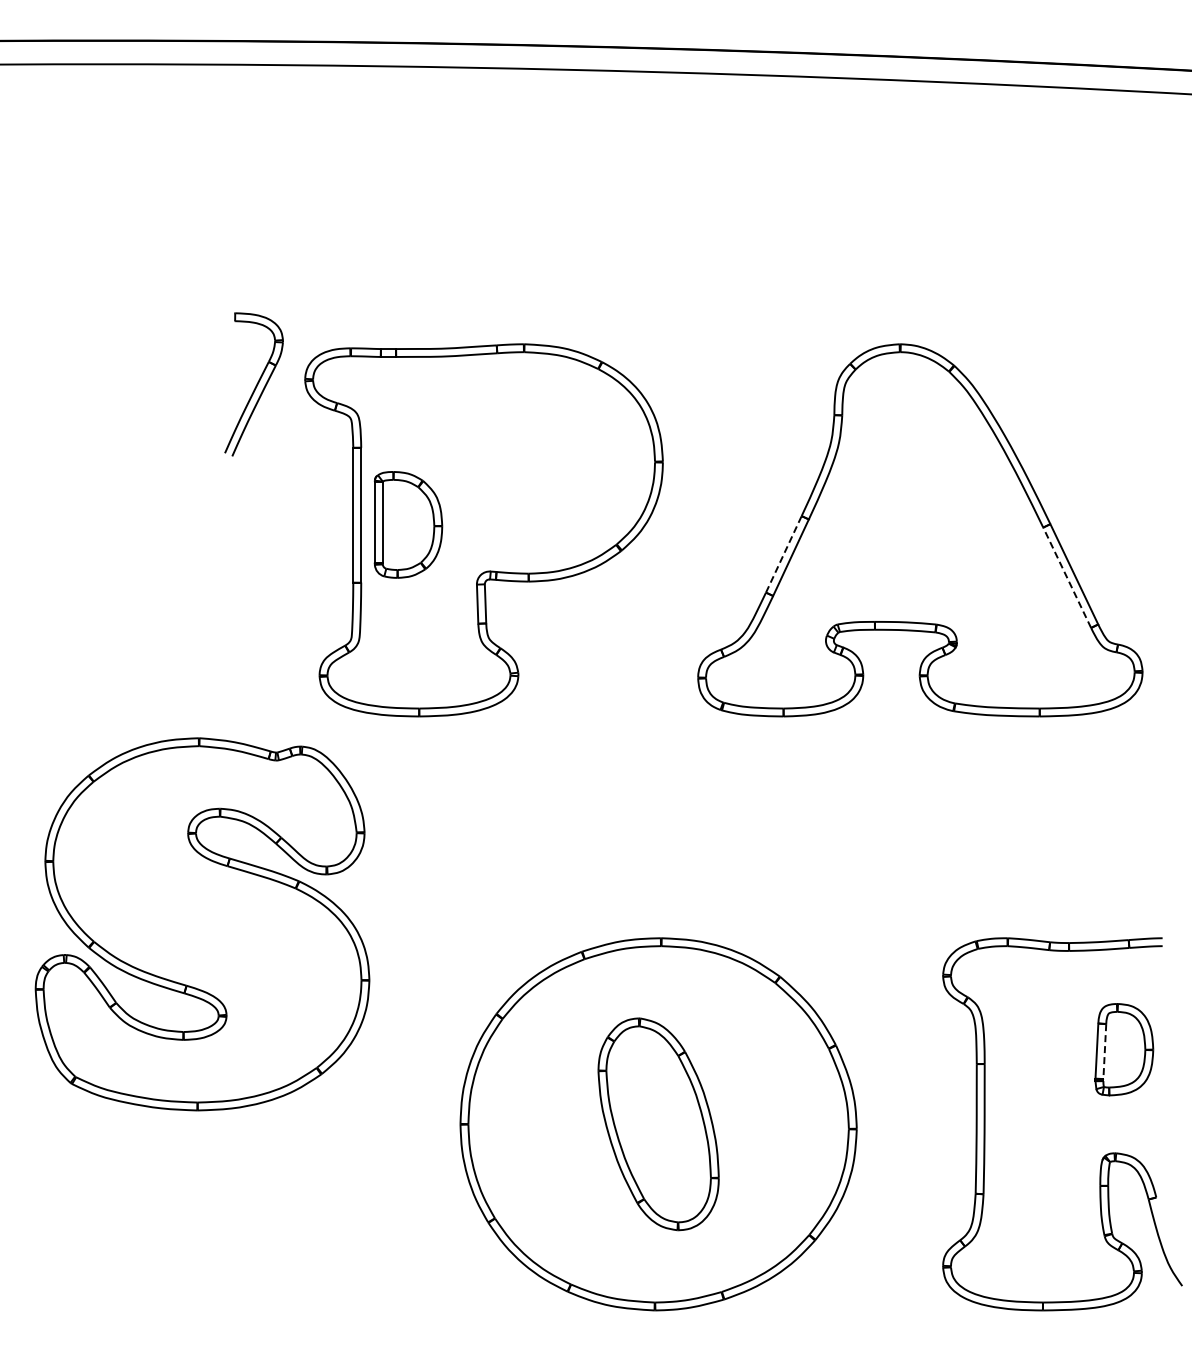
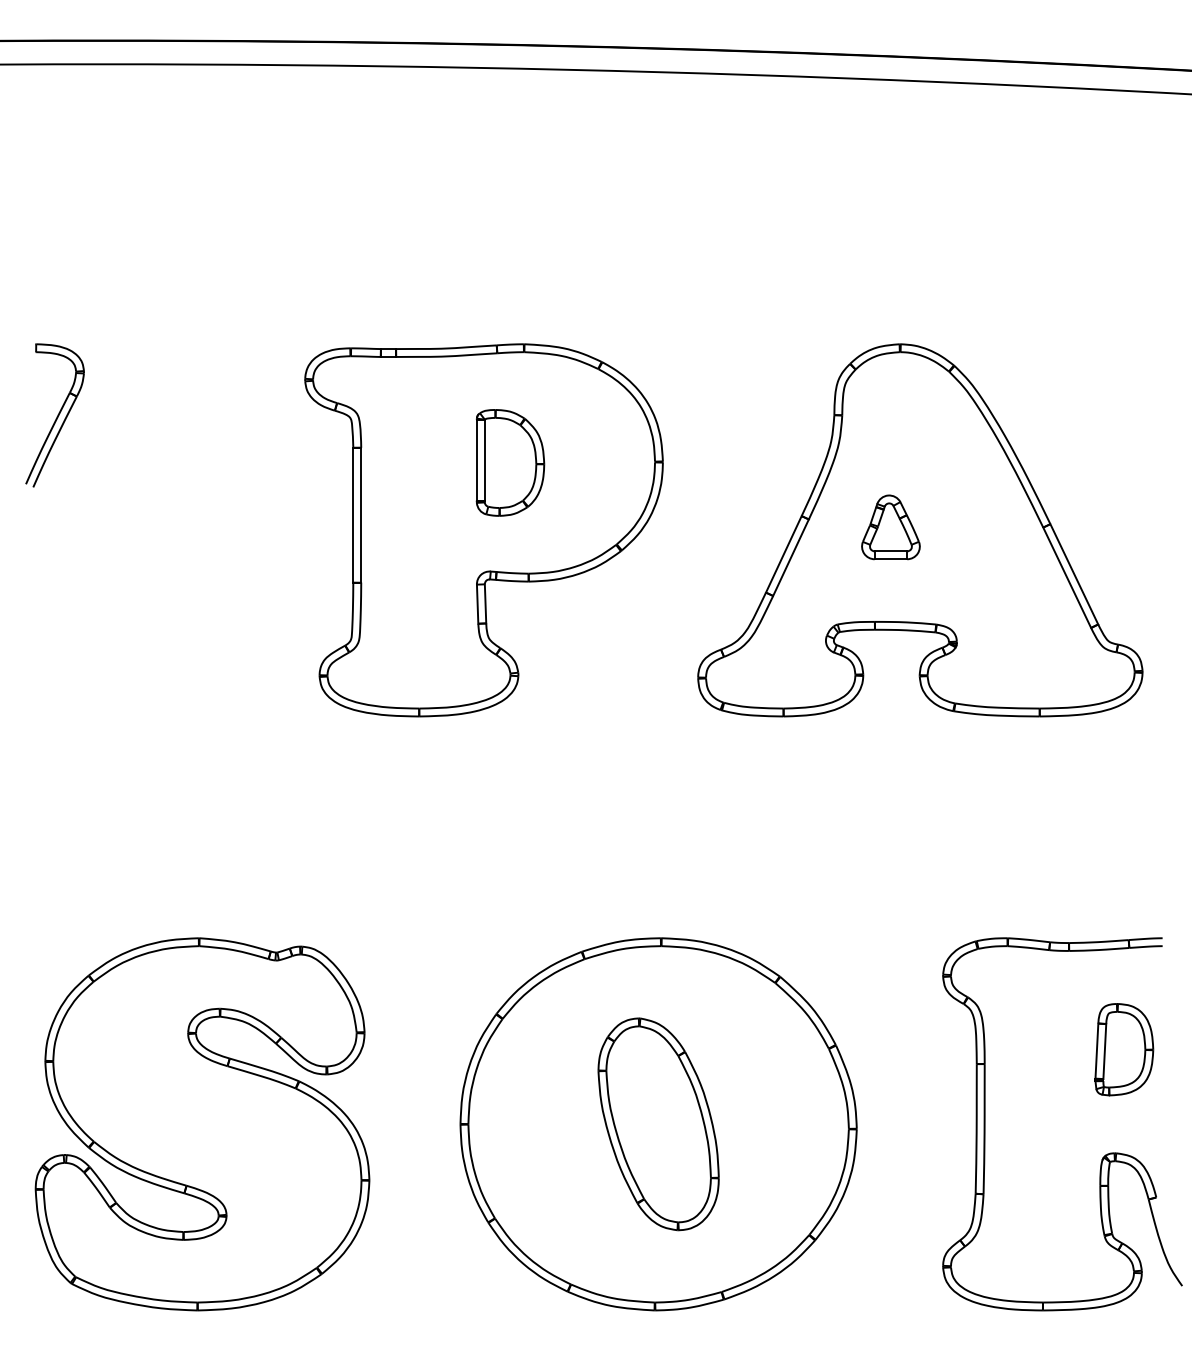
part at (253, 384) position: (253, 384) -> (54, 415)
part at (408, 524) position: (408, 524) -> (510, 462)
part at (890, 527): none -> present
line at (784, 553): dashed -> solid
line at (1067, 577): dashed -> solid
part at (202, 924) position: (202, 924) -> (202, 1124)
line at (1104, 1052): dashed -> solid
